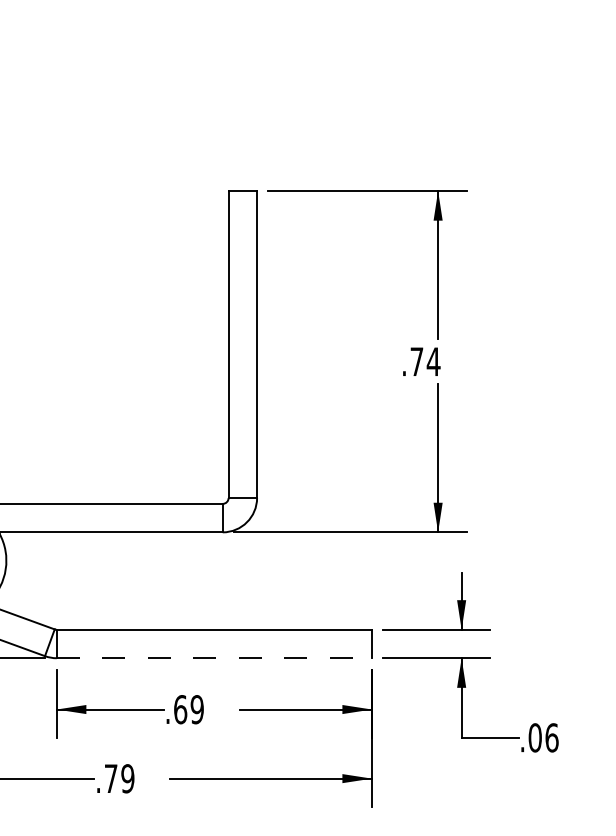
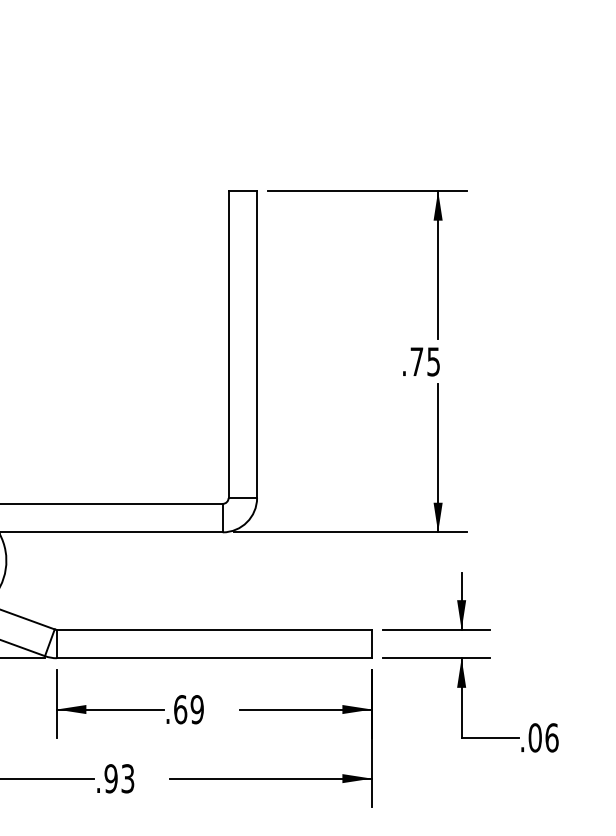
text at (433, 361): .74 -> .75
line at (214, 658): dashed -> solid
text at (119, 778): .79 -> .93
